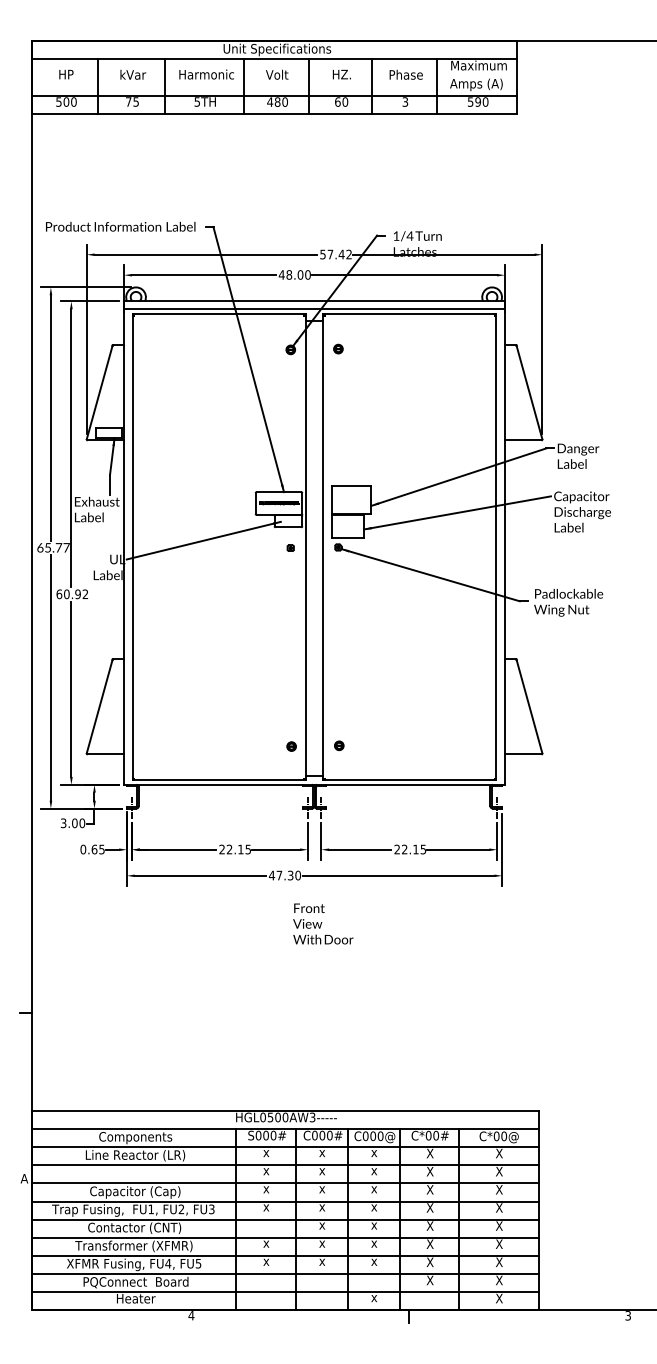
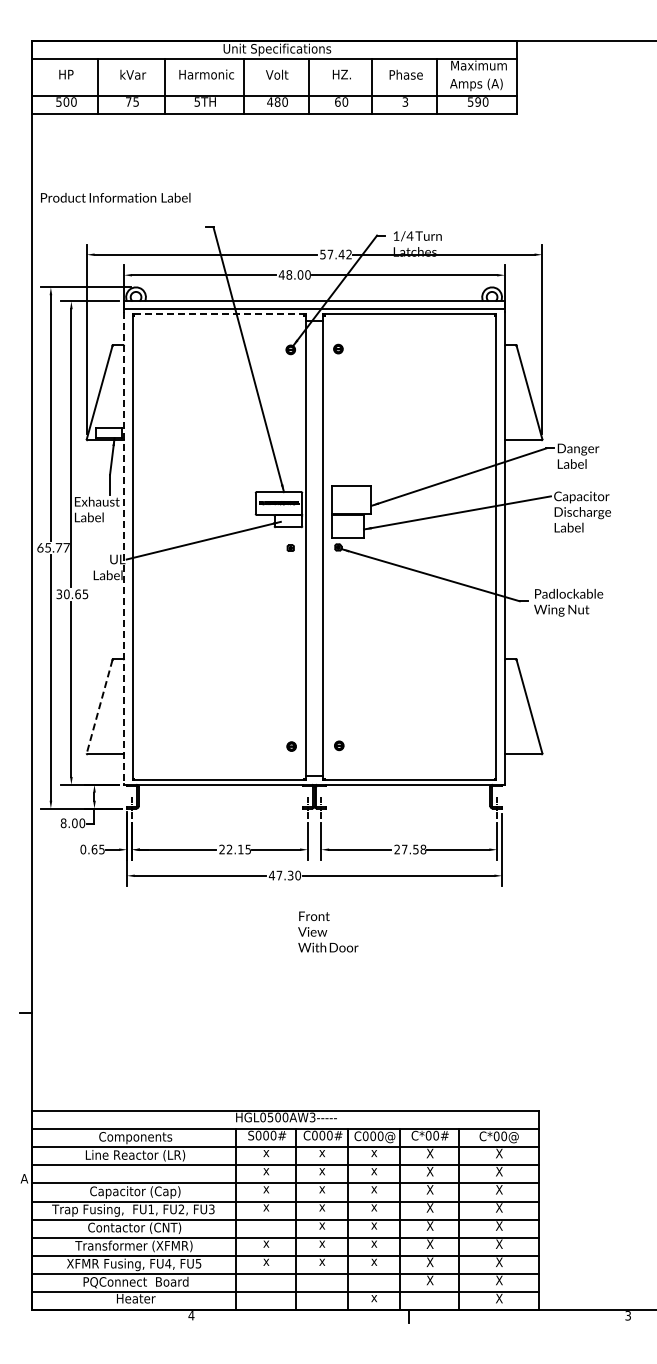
text at (120, 226) position: (120, 226) -> (115, 197)
line at (219, 314): solid -> dashed
line at (124, 548): solid -> dashed
text at (72, 594): 60.92 -> 30.65
line at (99, 707): solid -> dashed
text at (63, 823): 3.00 -> 8.00
text at (414, 849): 22.15 -> 27.58
text at (323, 923) position: (323, 923) -> (328, 931)
